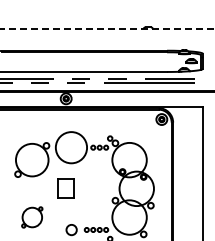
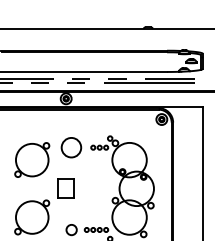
line at (107, 28): dashed -> solid
circle at (71, 147) diameter: 31 px -> 20 px
part at (32, 217) size: 23x23 px -> 37x37 px
